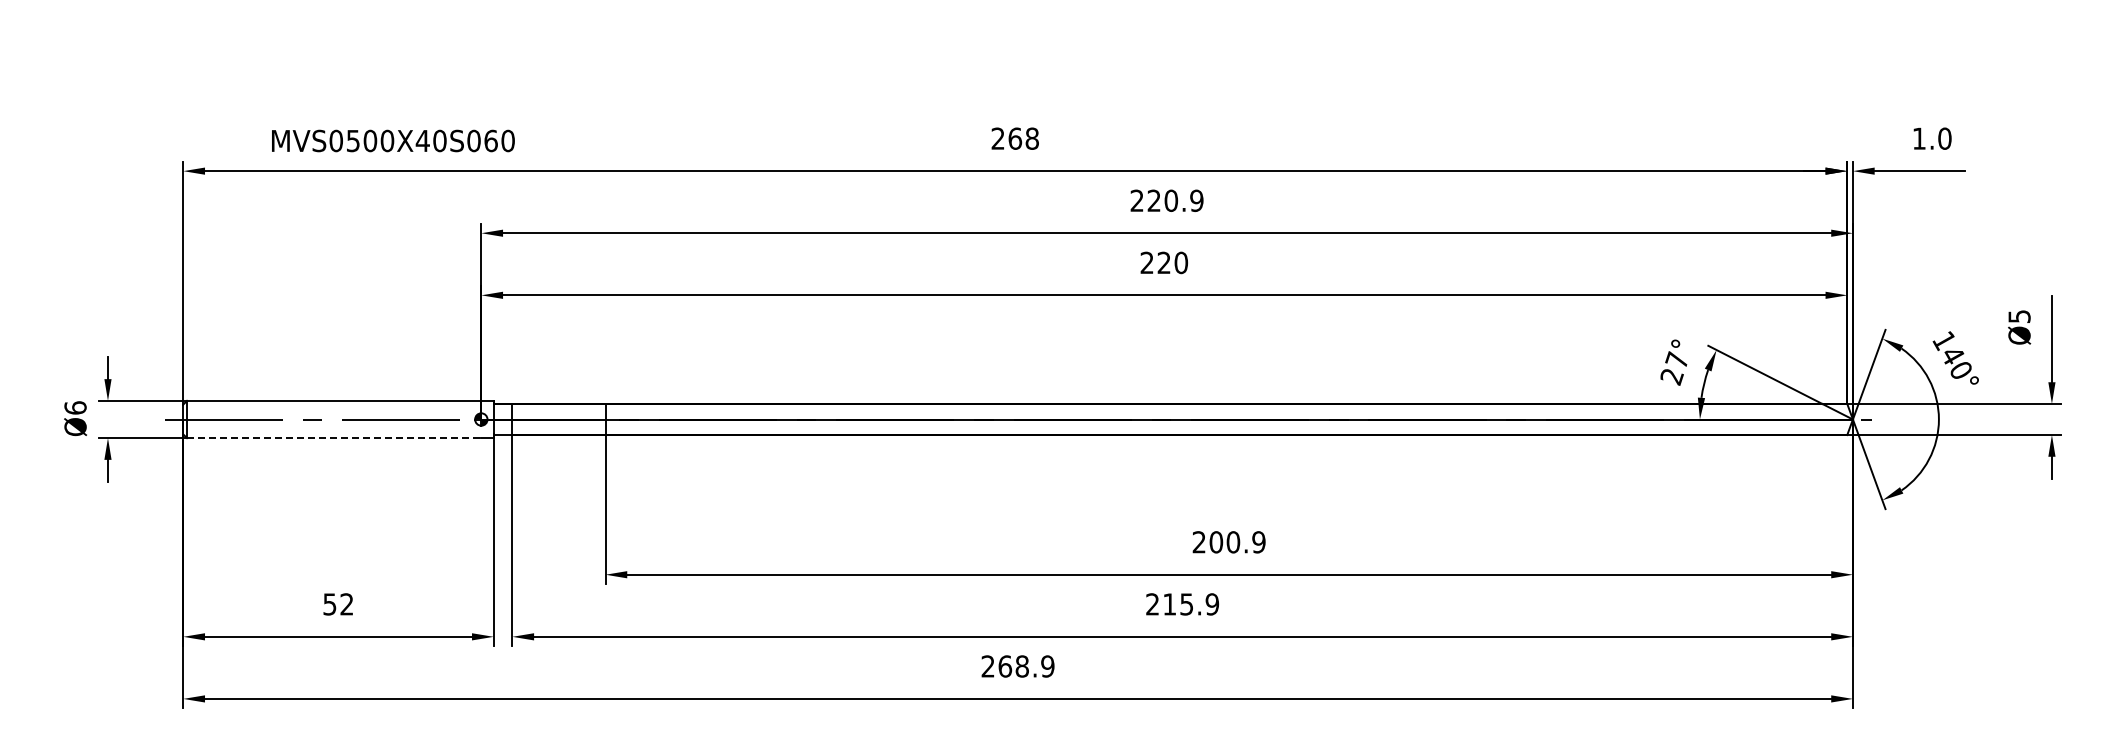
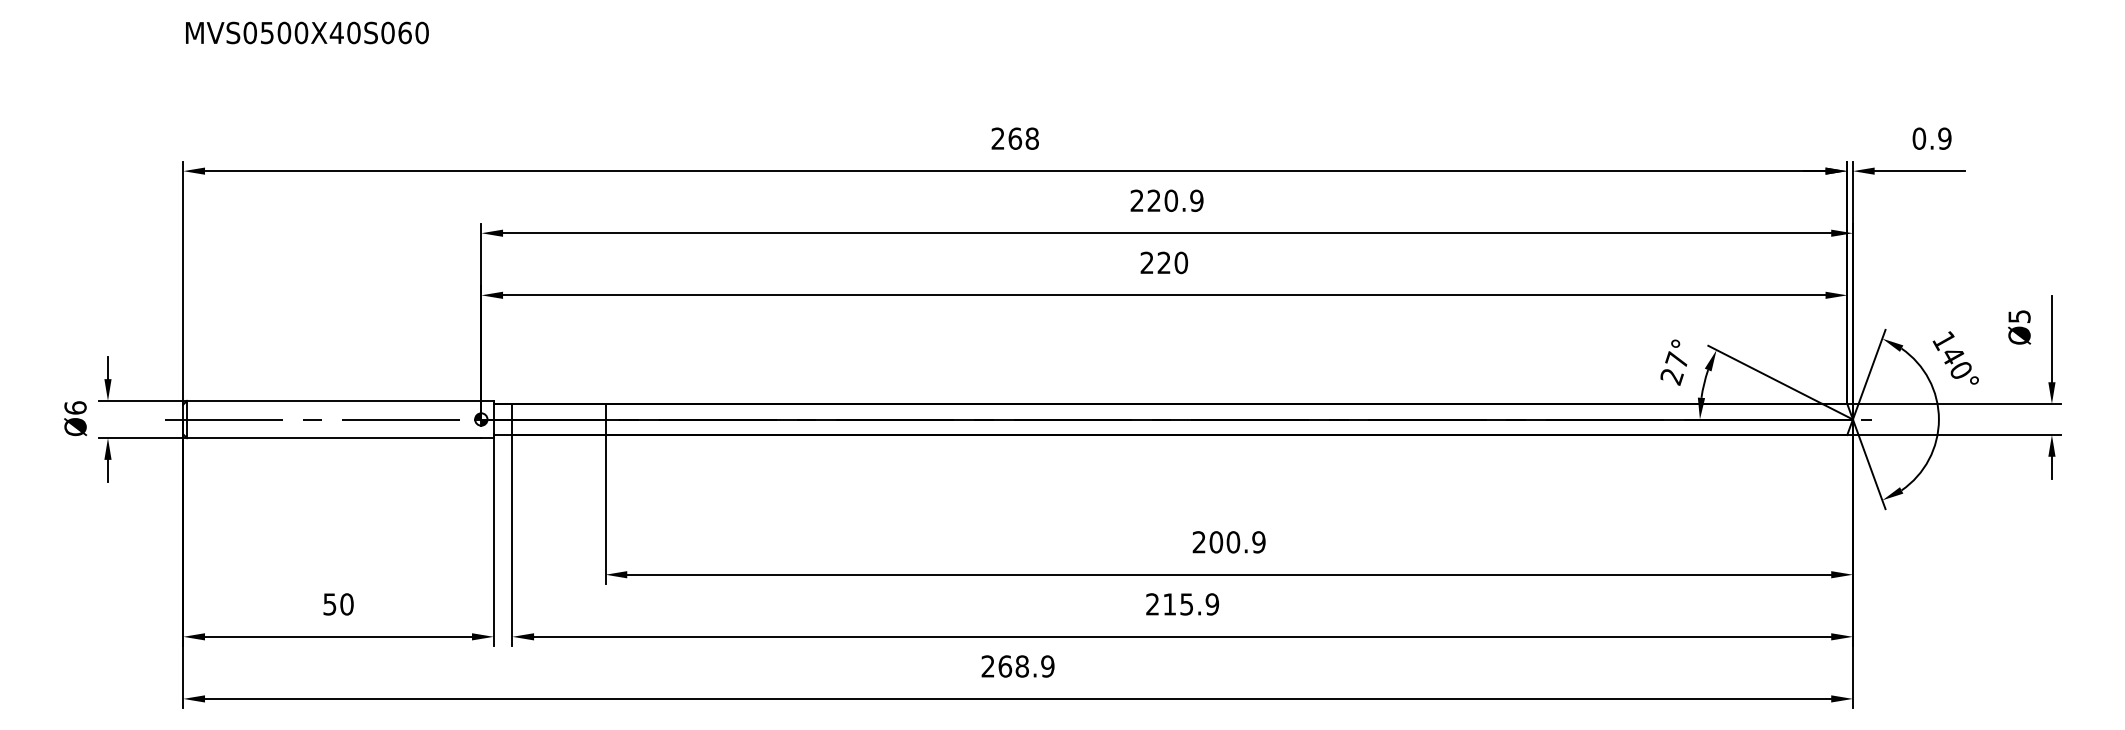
text at (1931, 138): 1.0 -> 0.9
text at (393, 140) position: (393, 140) -> (307, 32)
line at (334, 438): dashed -> solid
text at (346, 604): 52 -> 50
